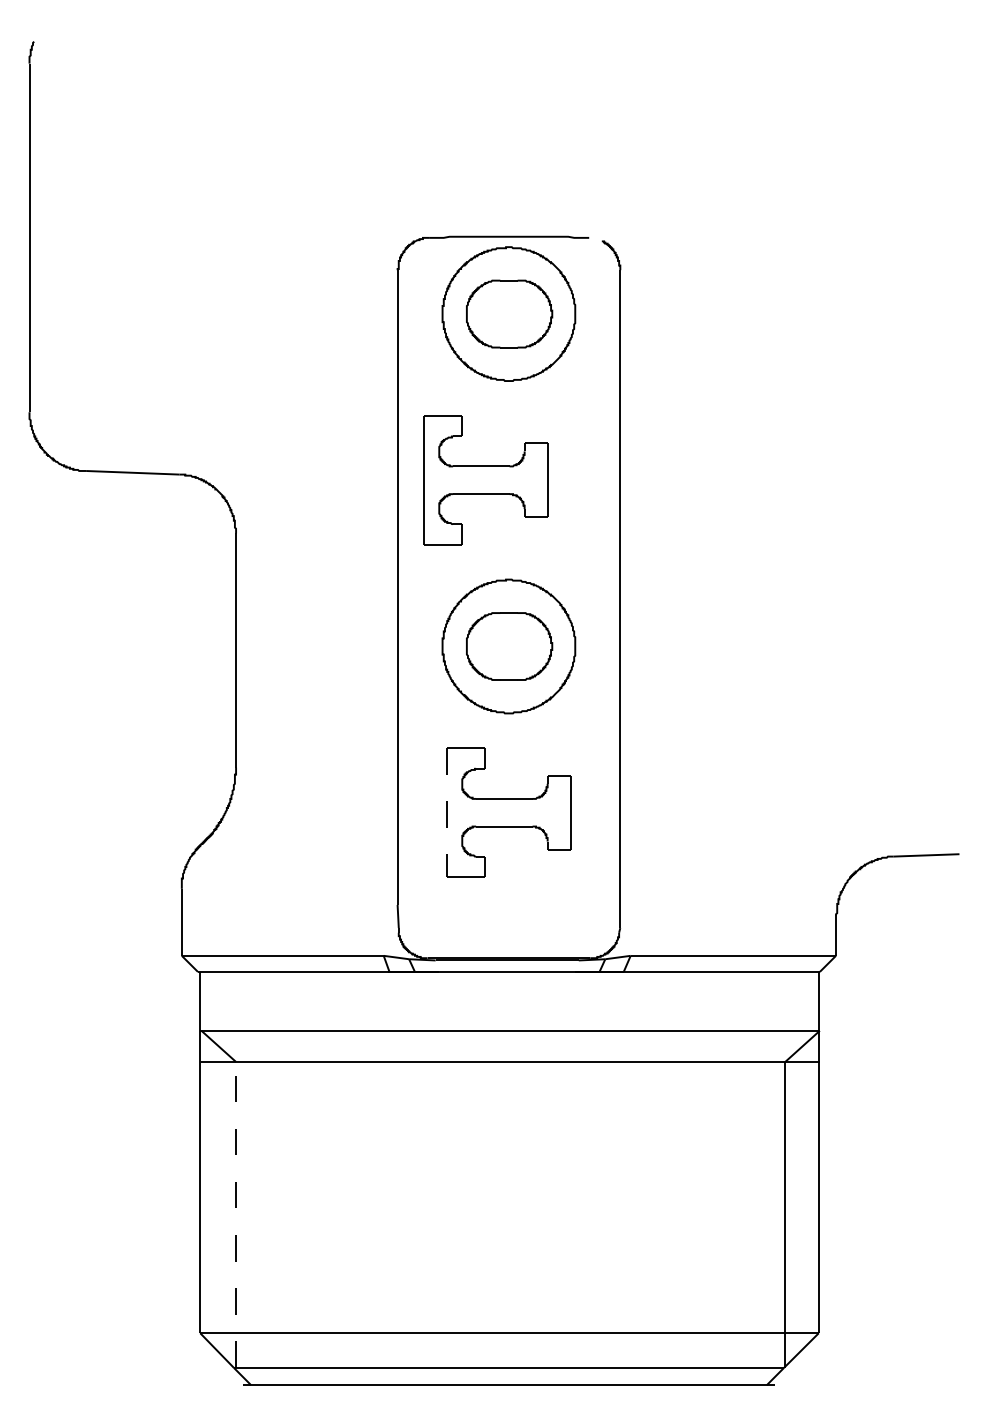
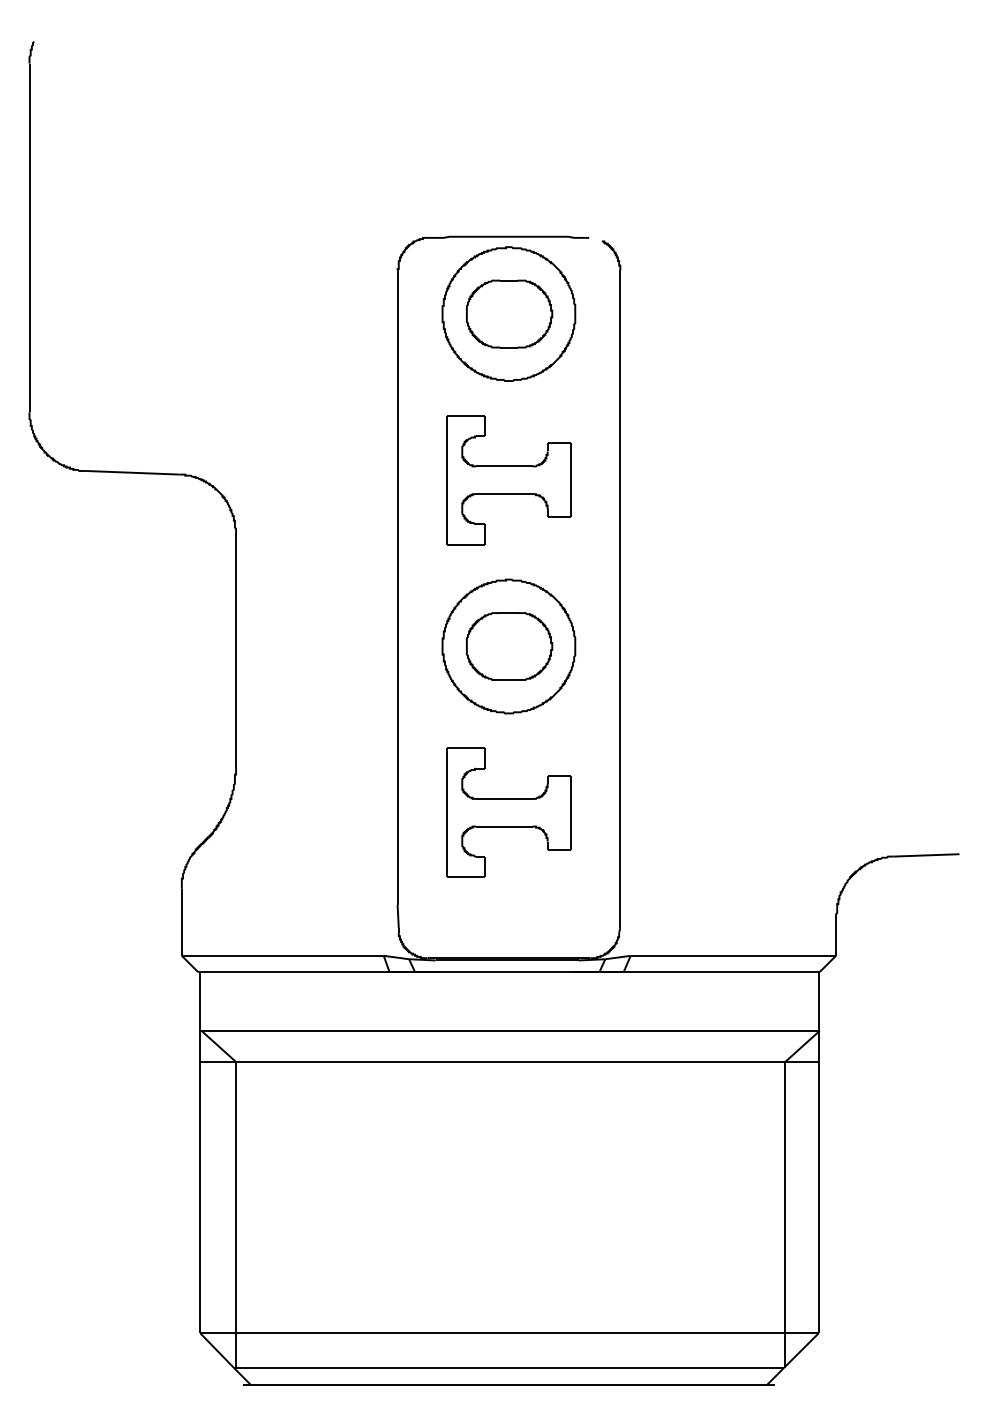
part at (485, 480) position: (485, 480) -> (508, 480)
line at (447, 812): dashed -> solid
line at (236, 1214): dashed -> solid
